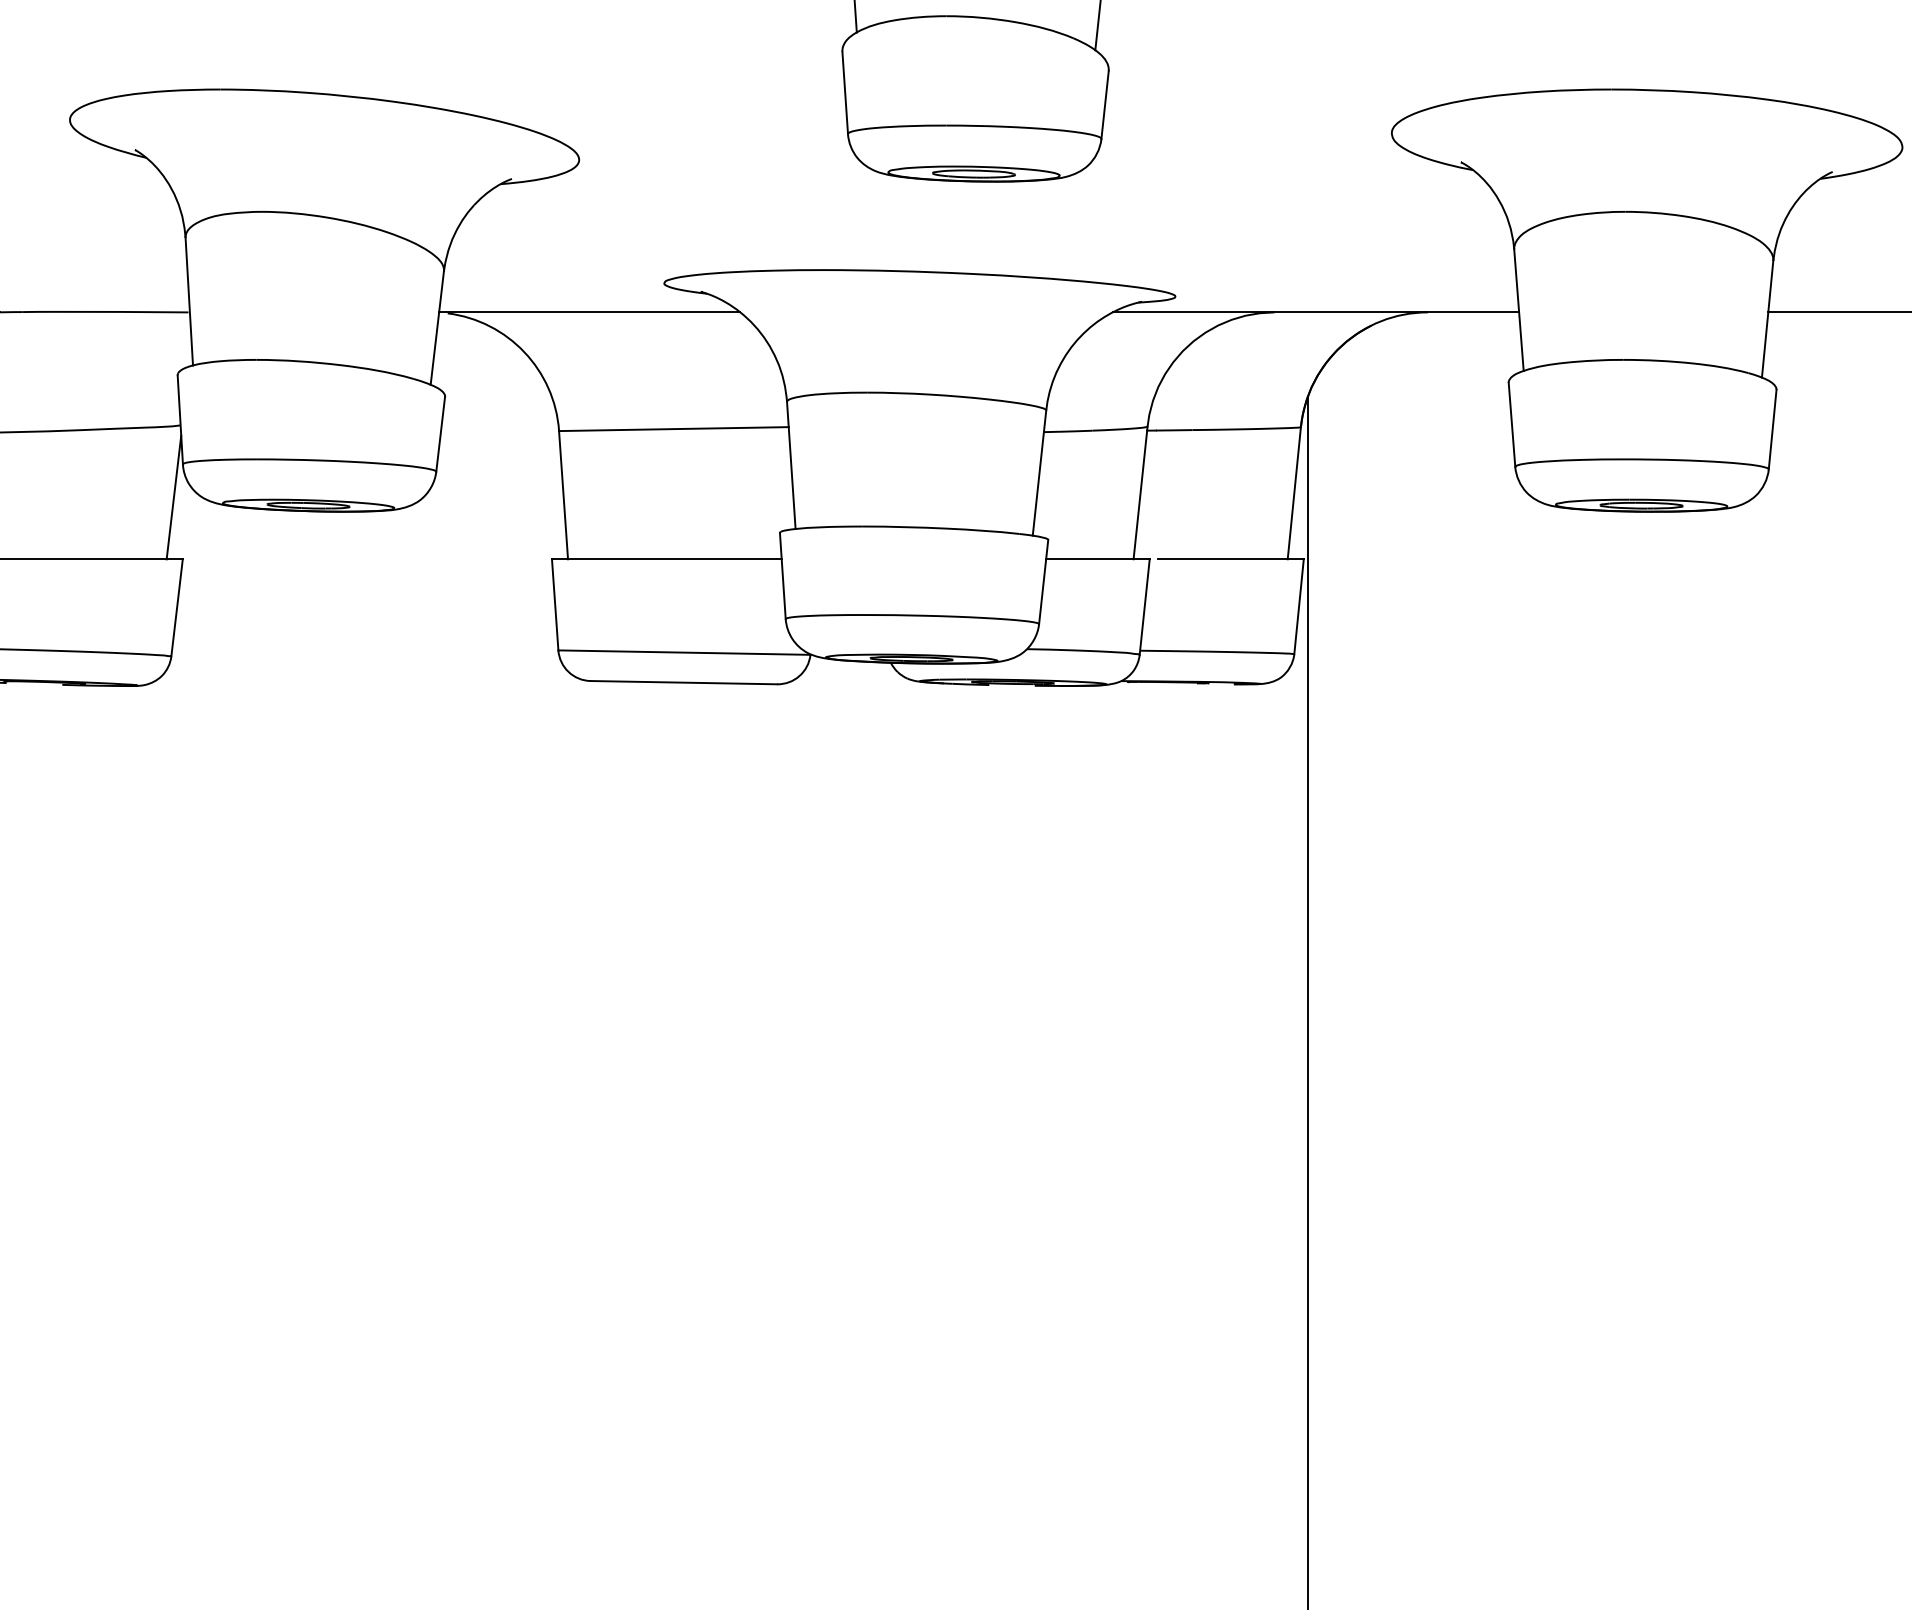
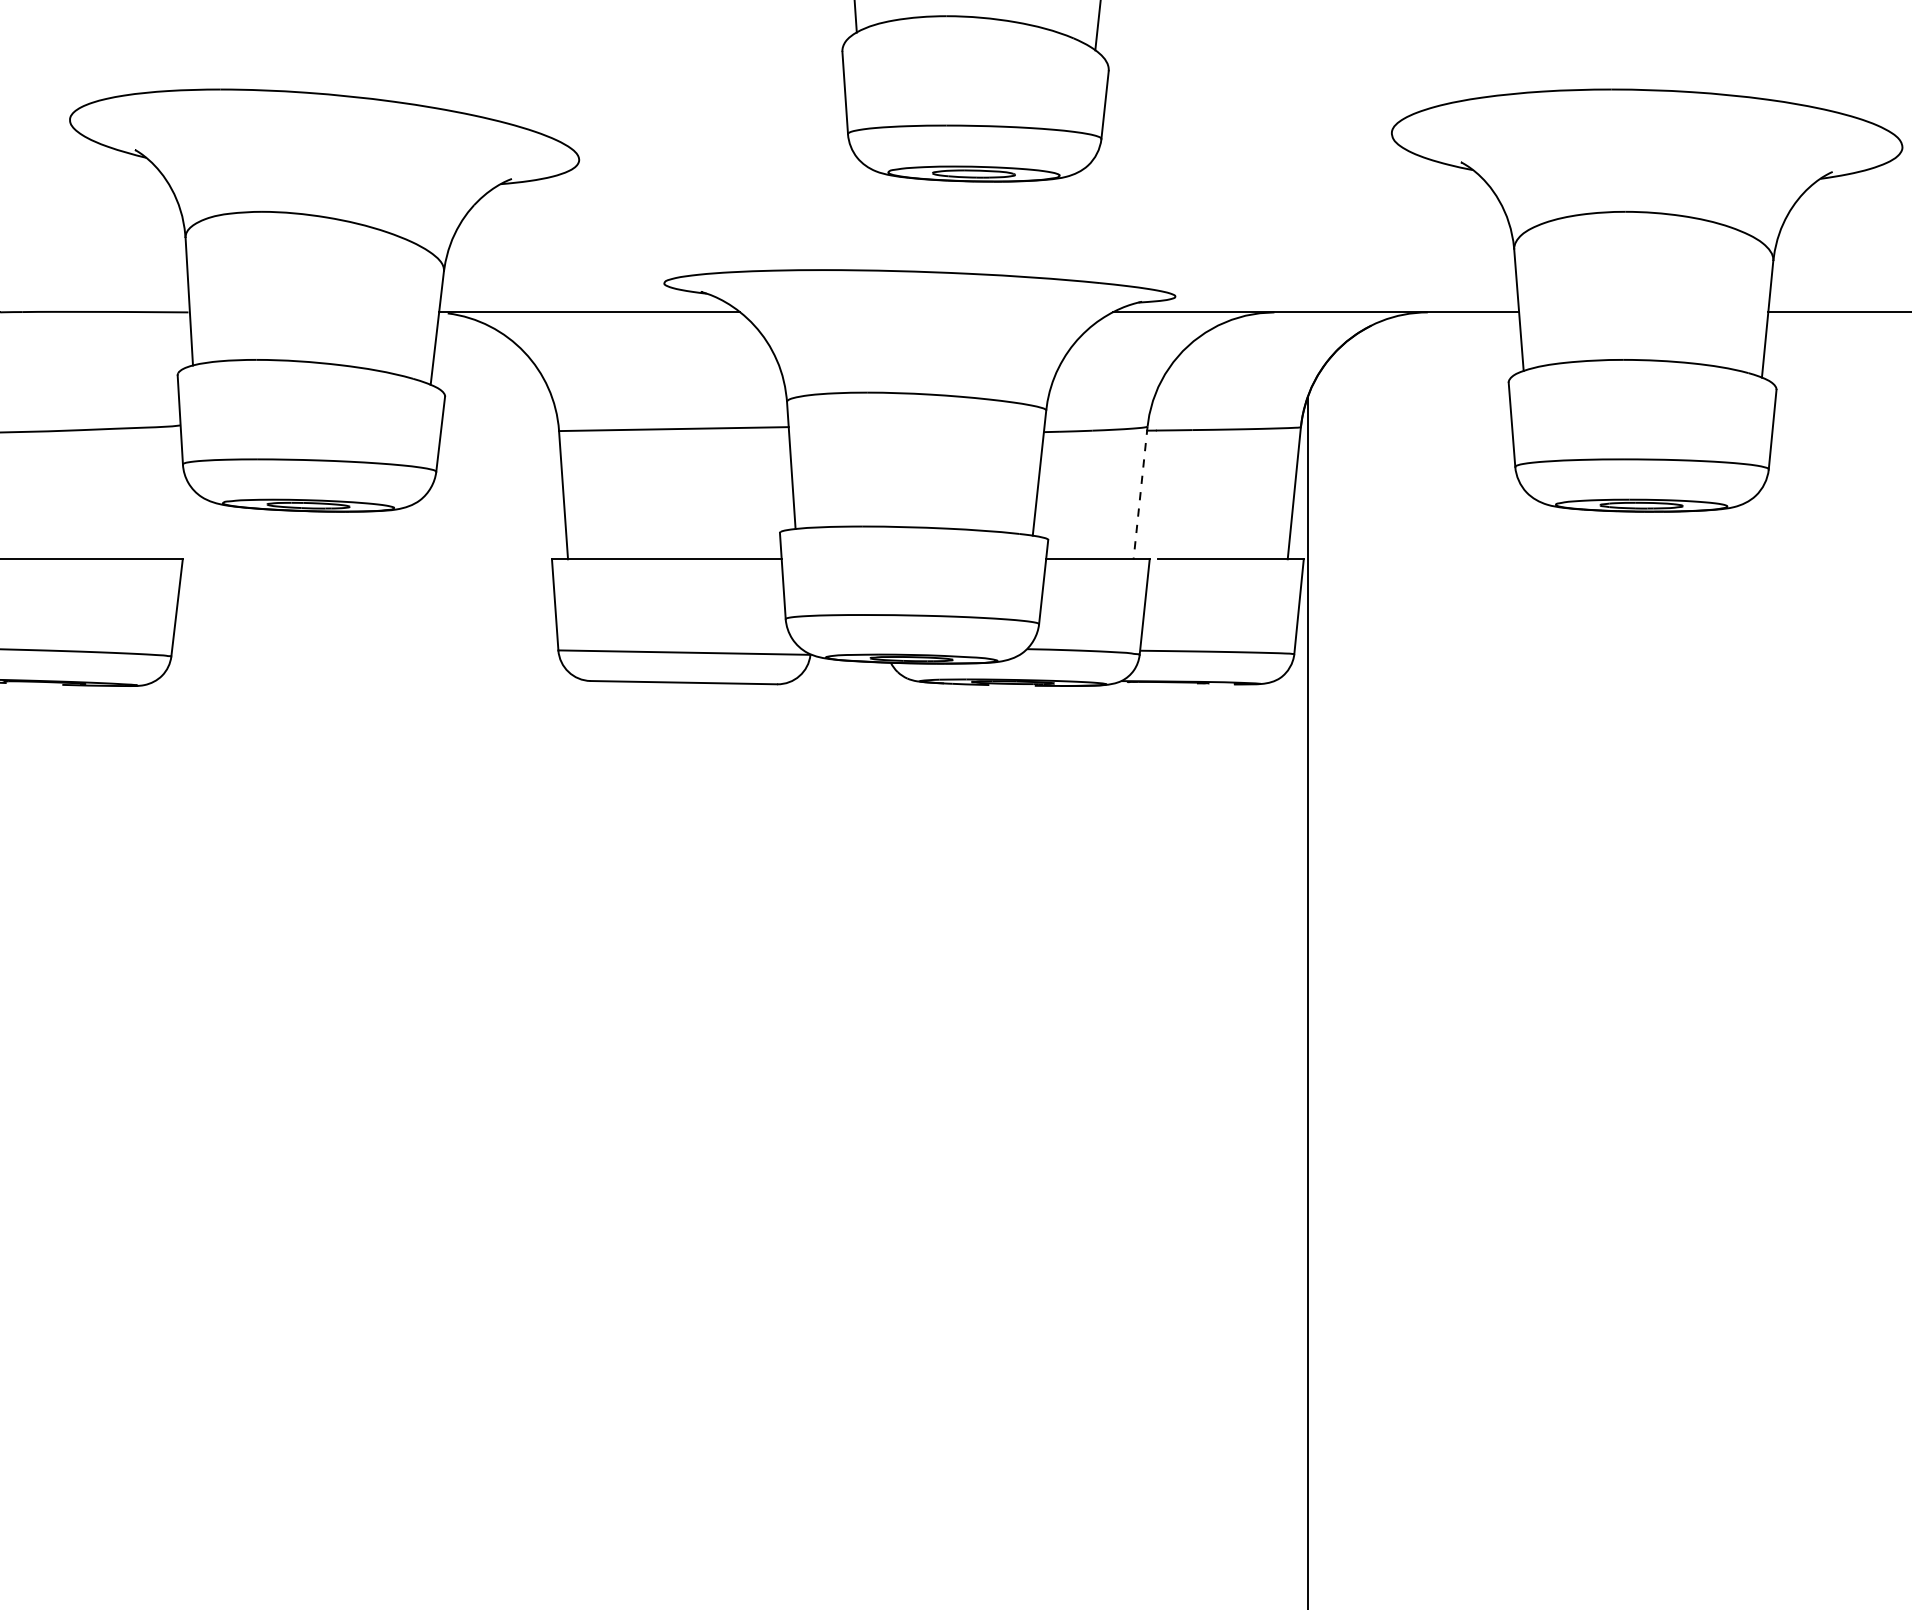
line at (1140, 492): solid -> dashed
line at (173, 497): present -> none
